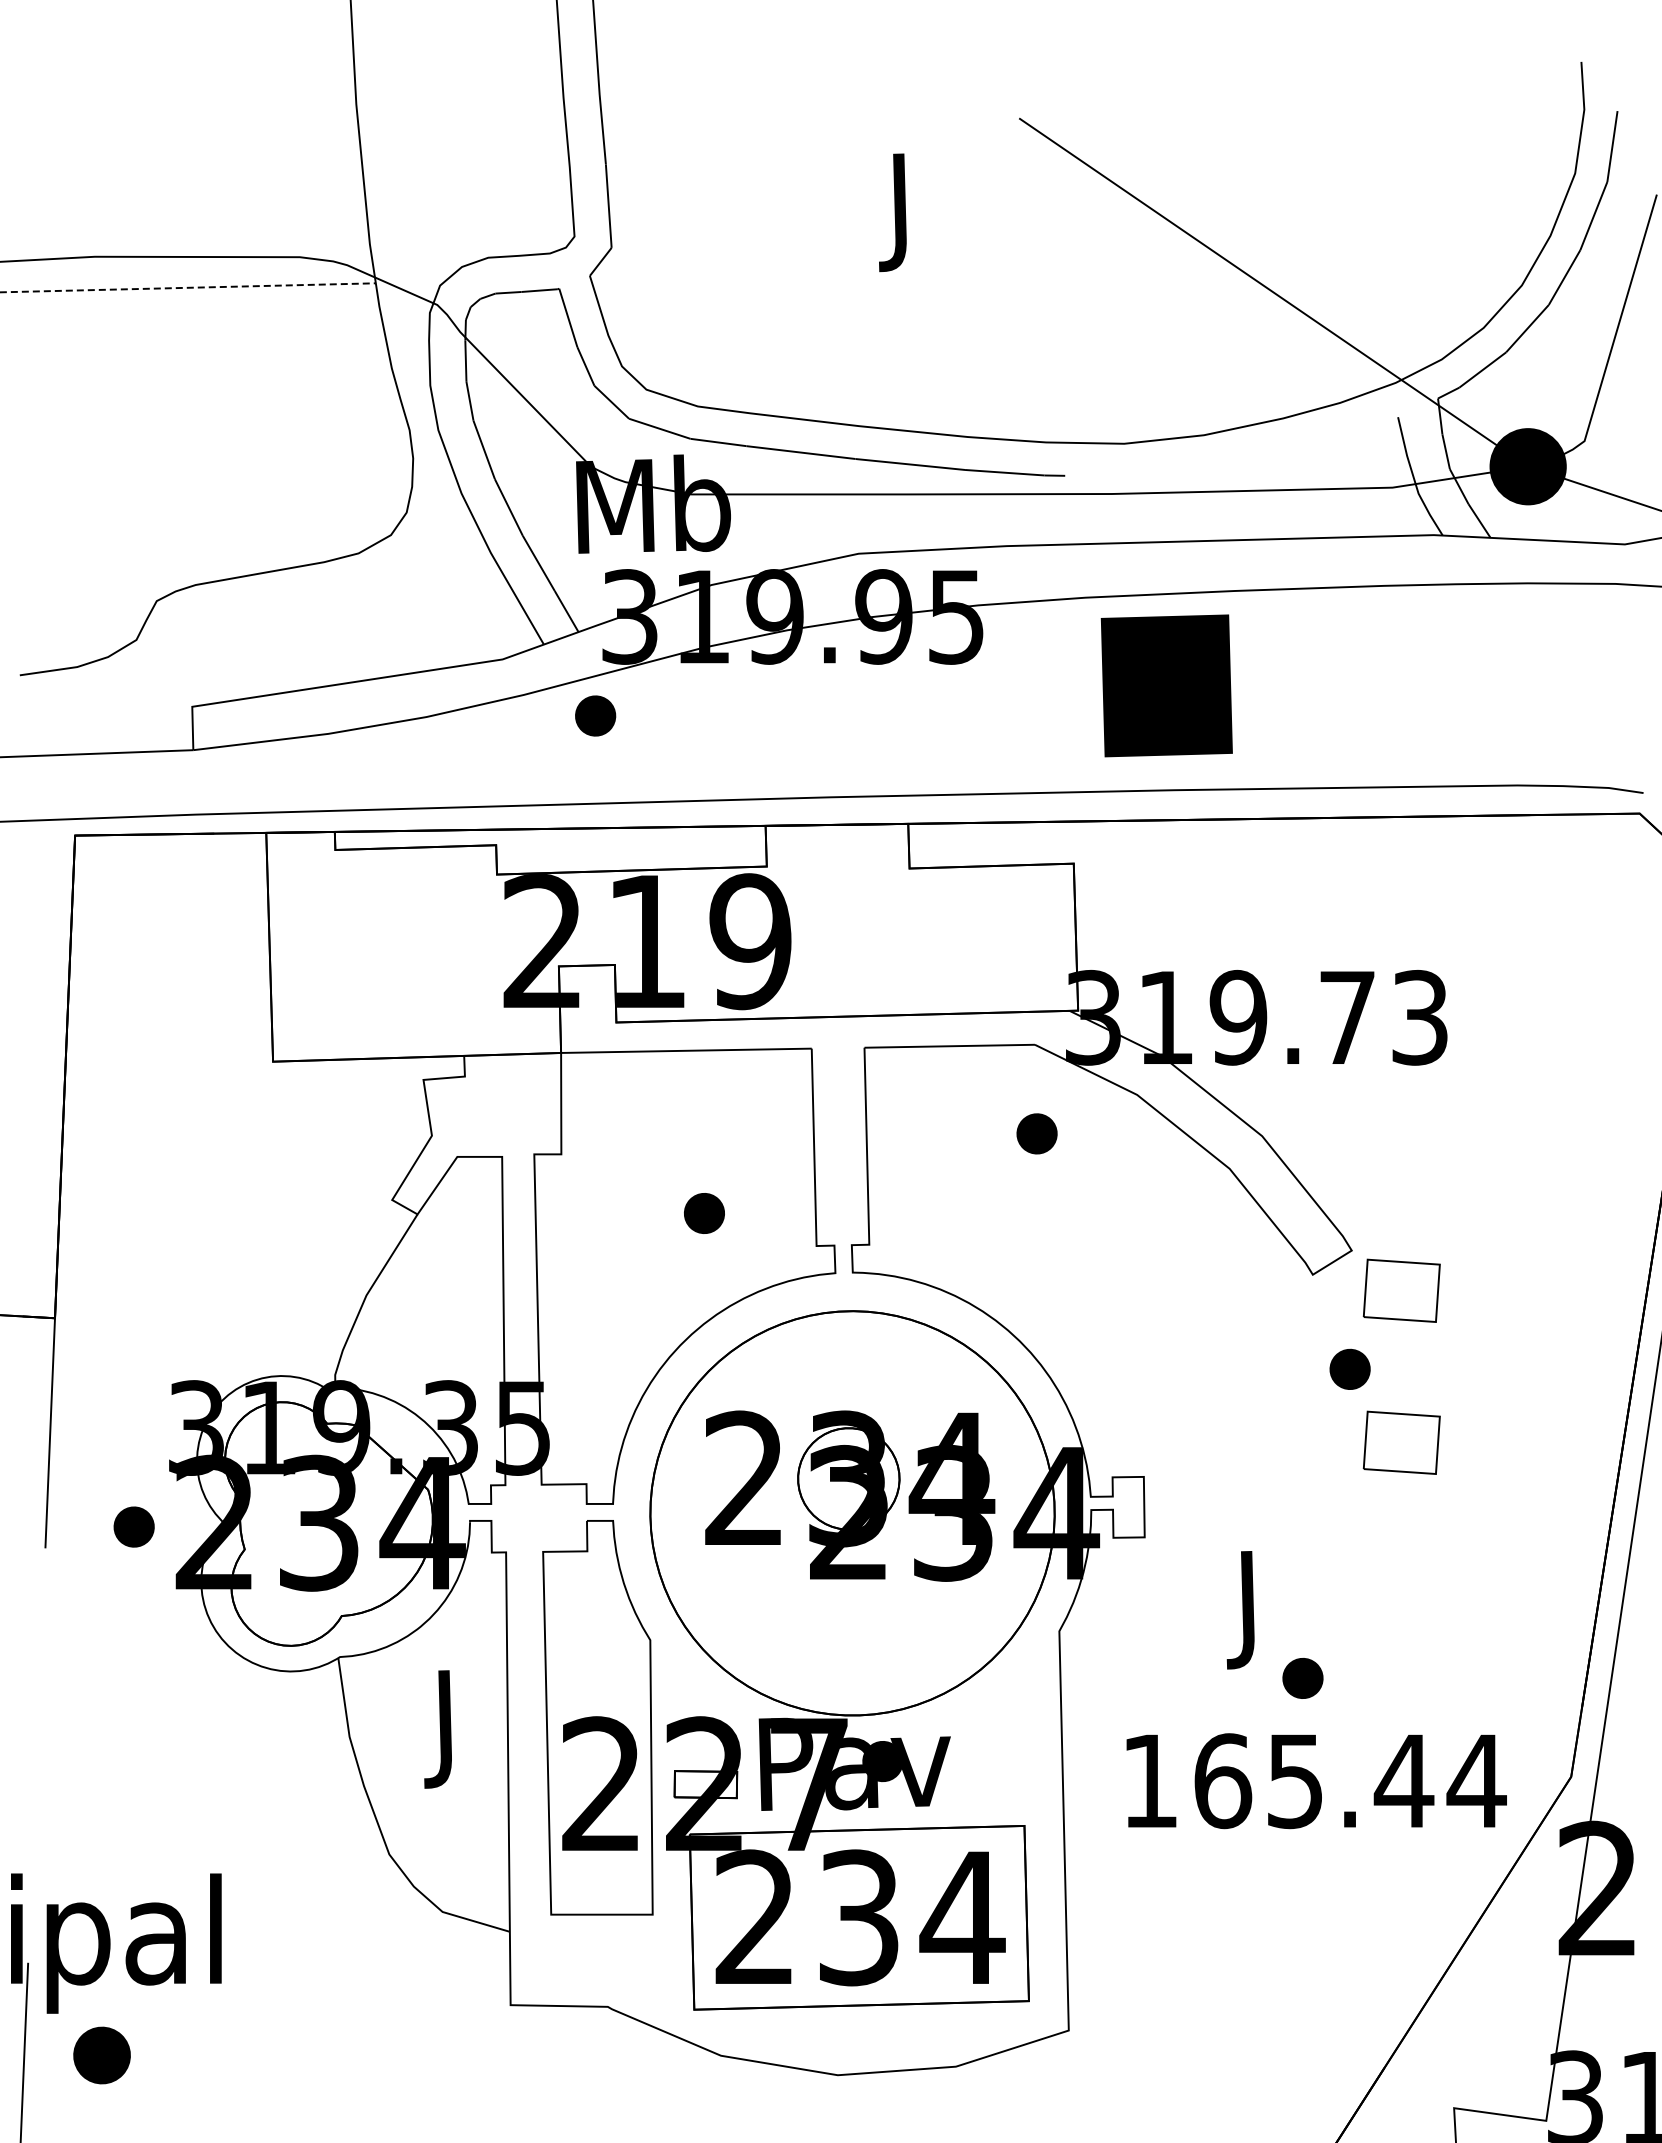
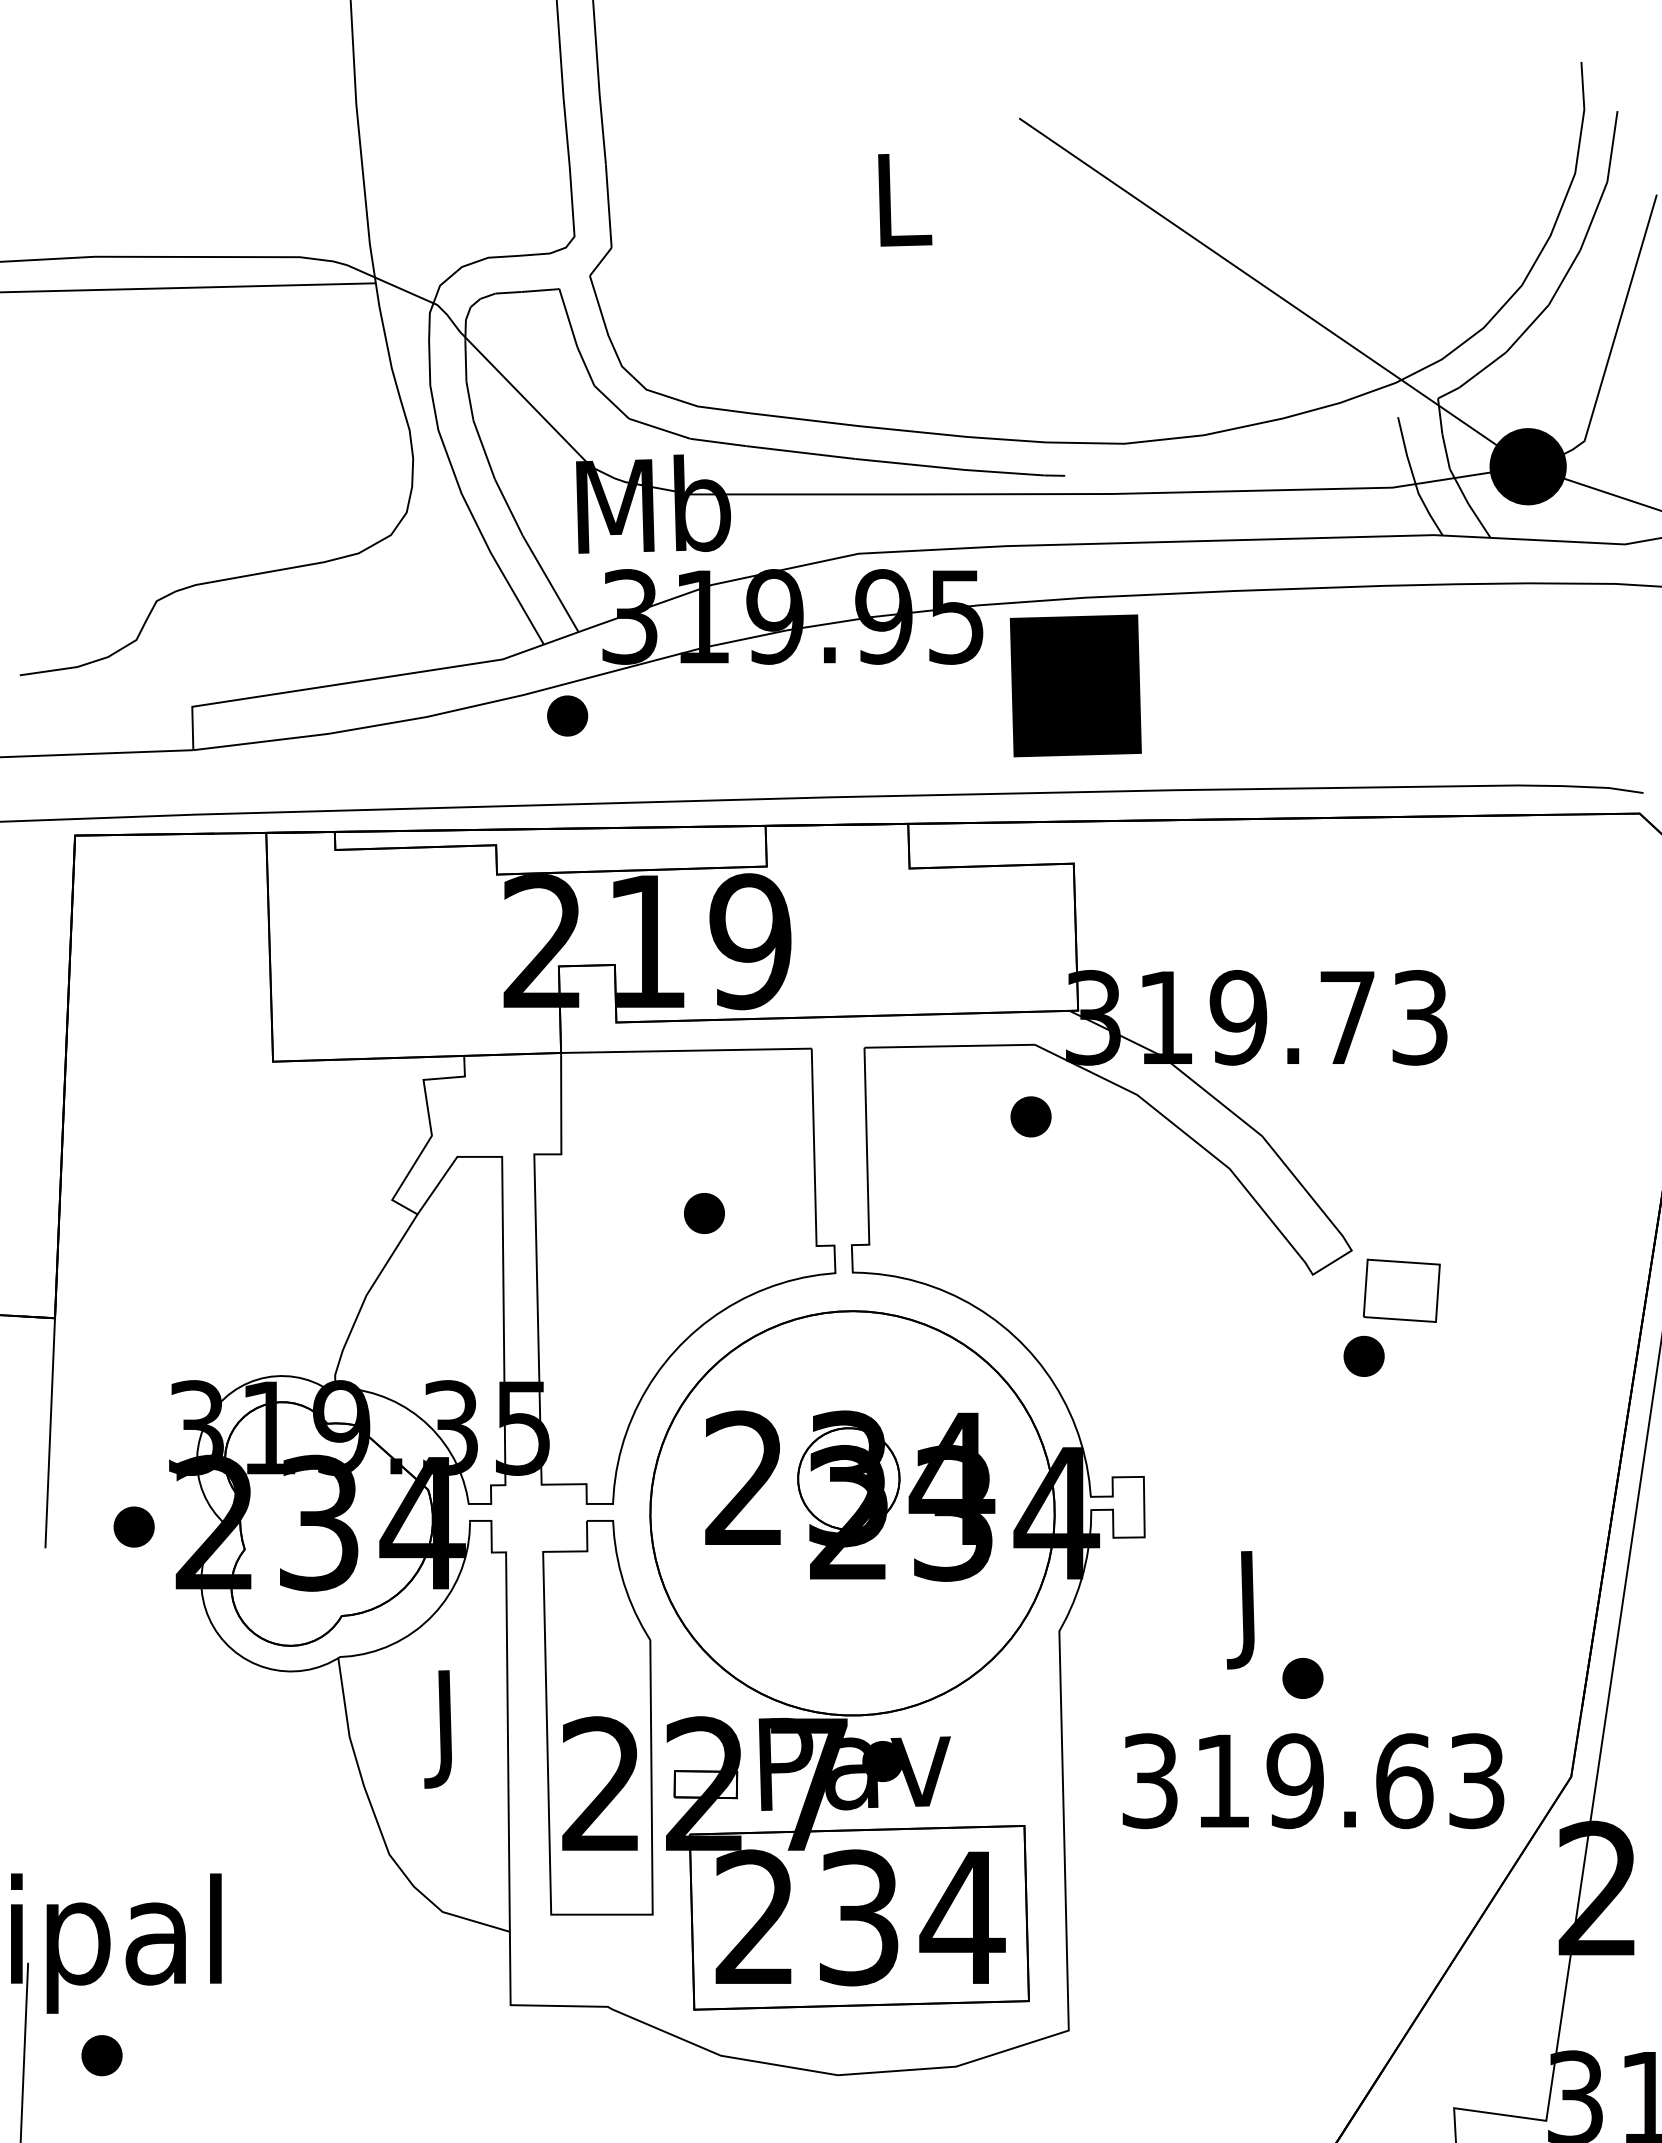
text at (905, 212): J -> L
line at (188, 287): dashed -> solid
text at (1166, 685) position: (1166, 685) -> (1075, 685)
part at (595, 715) position: (595, 715) -> (567, 715)
part at (1036, 1133) position: (1036, 1133) -> (1030, 1116)
part at (1349, 1368) position: (1349, 1368) -> (1363, 1355)
part at (1401, 1442): present -> none
text at (1314, 1781): 165.44 -> 319.63
part at (101, 2055) size: 58x59 px -> 42x42 px
